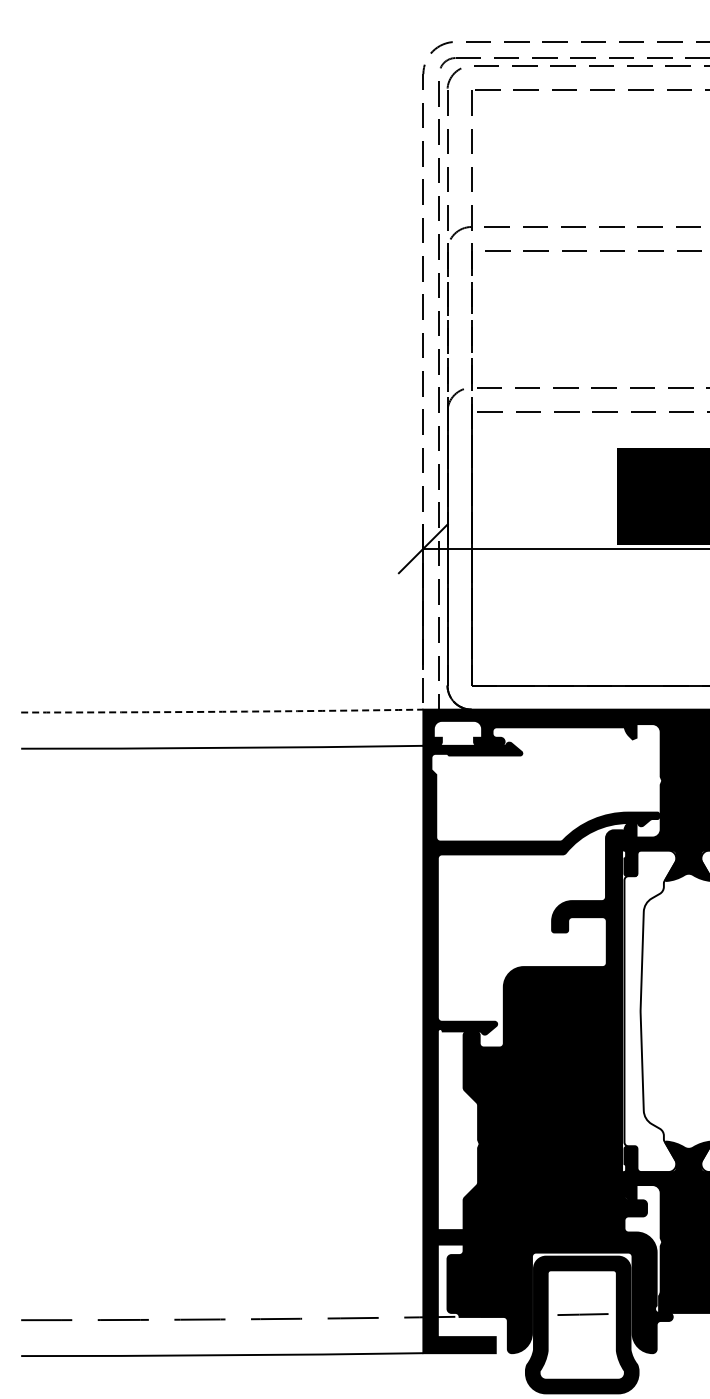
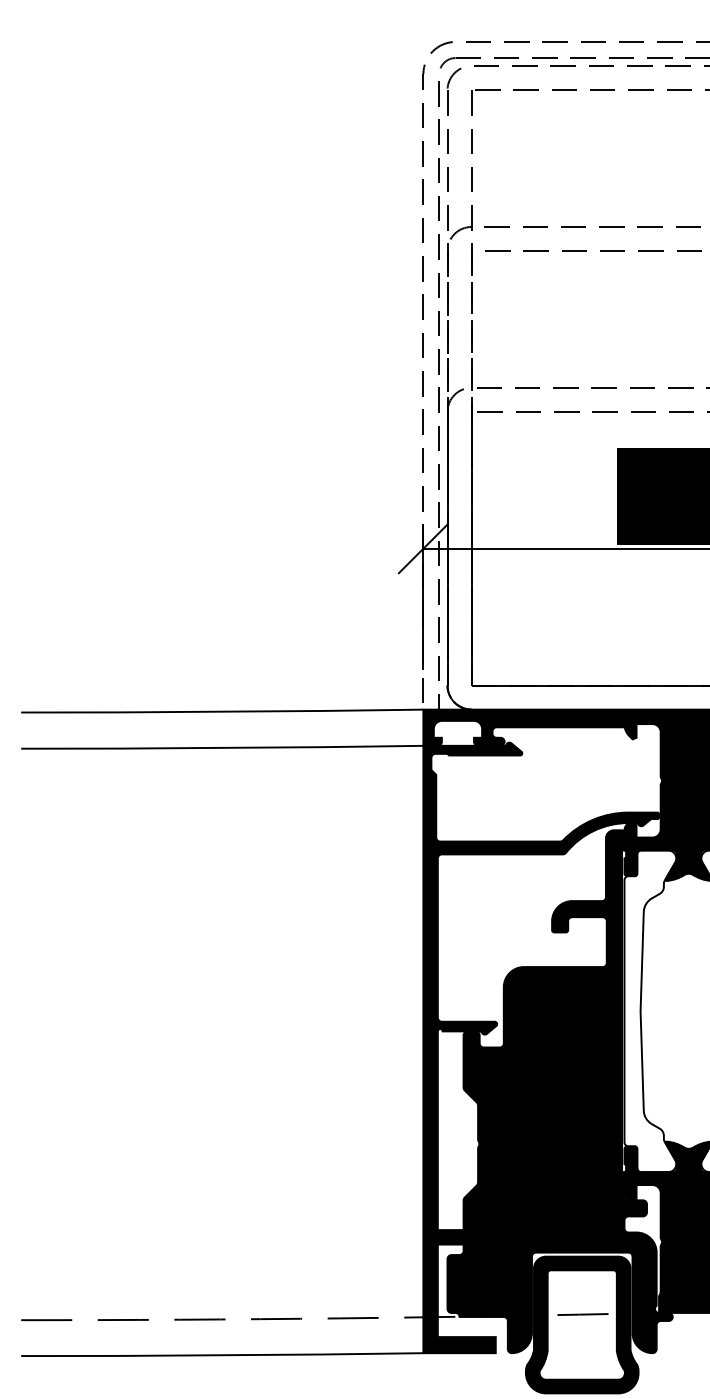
arc at (222, 711): dashed -> solid
